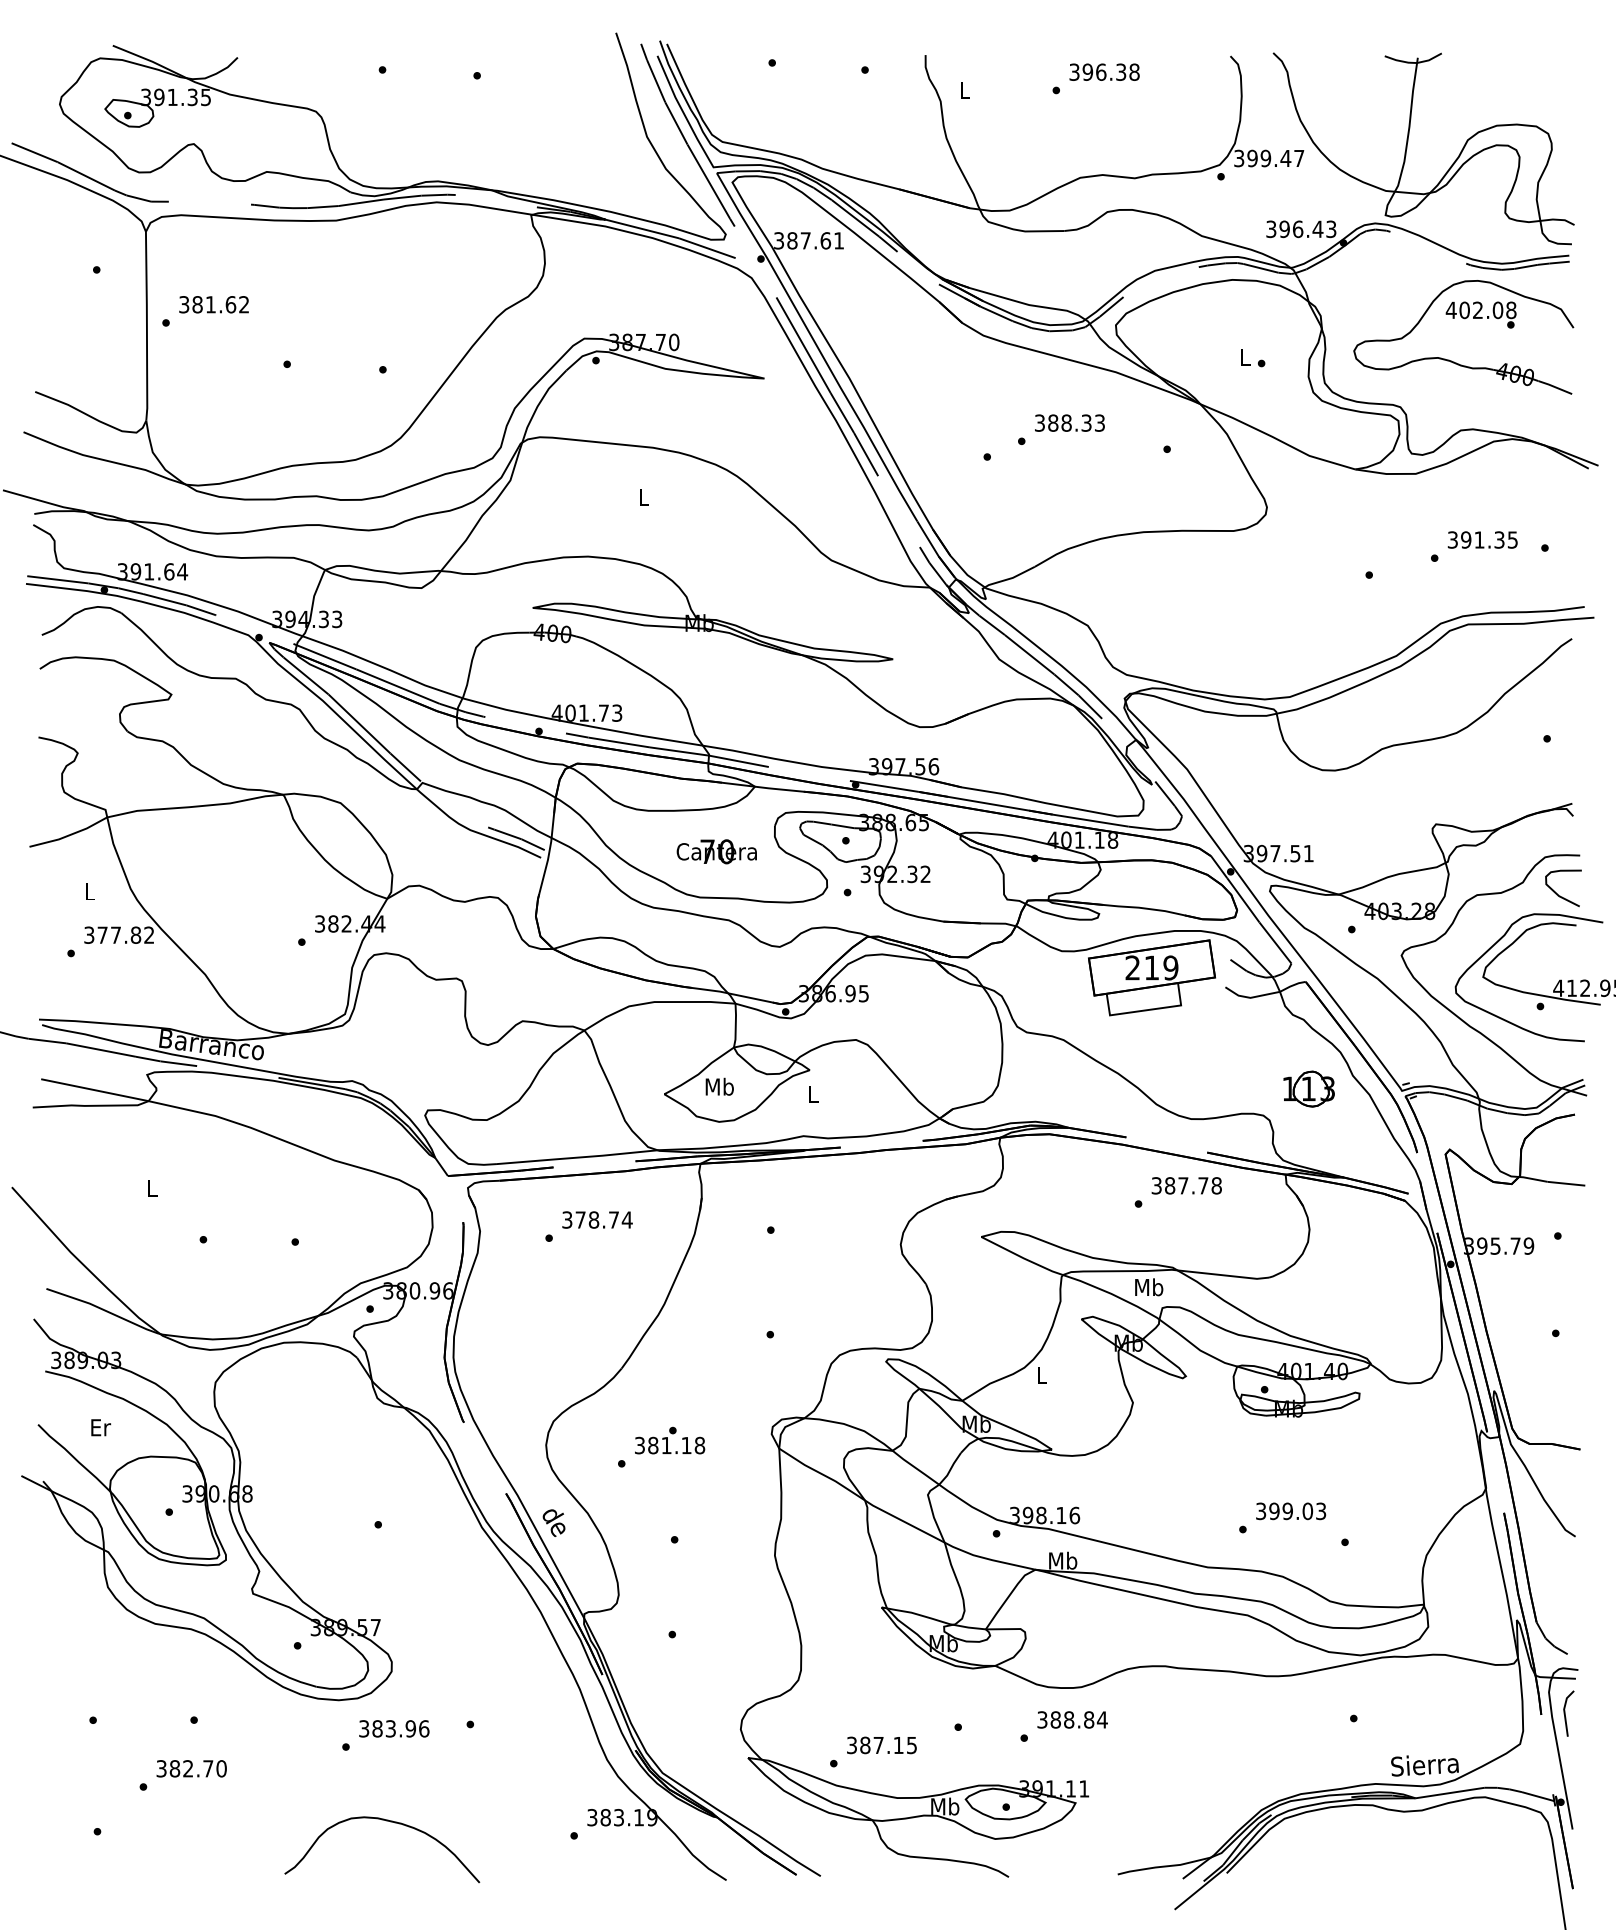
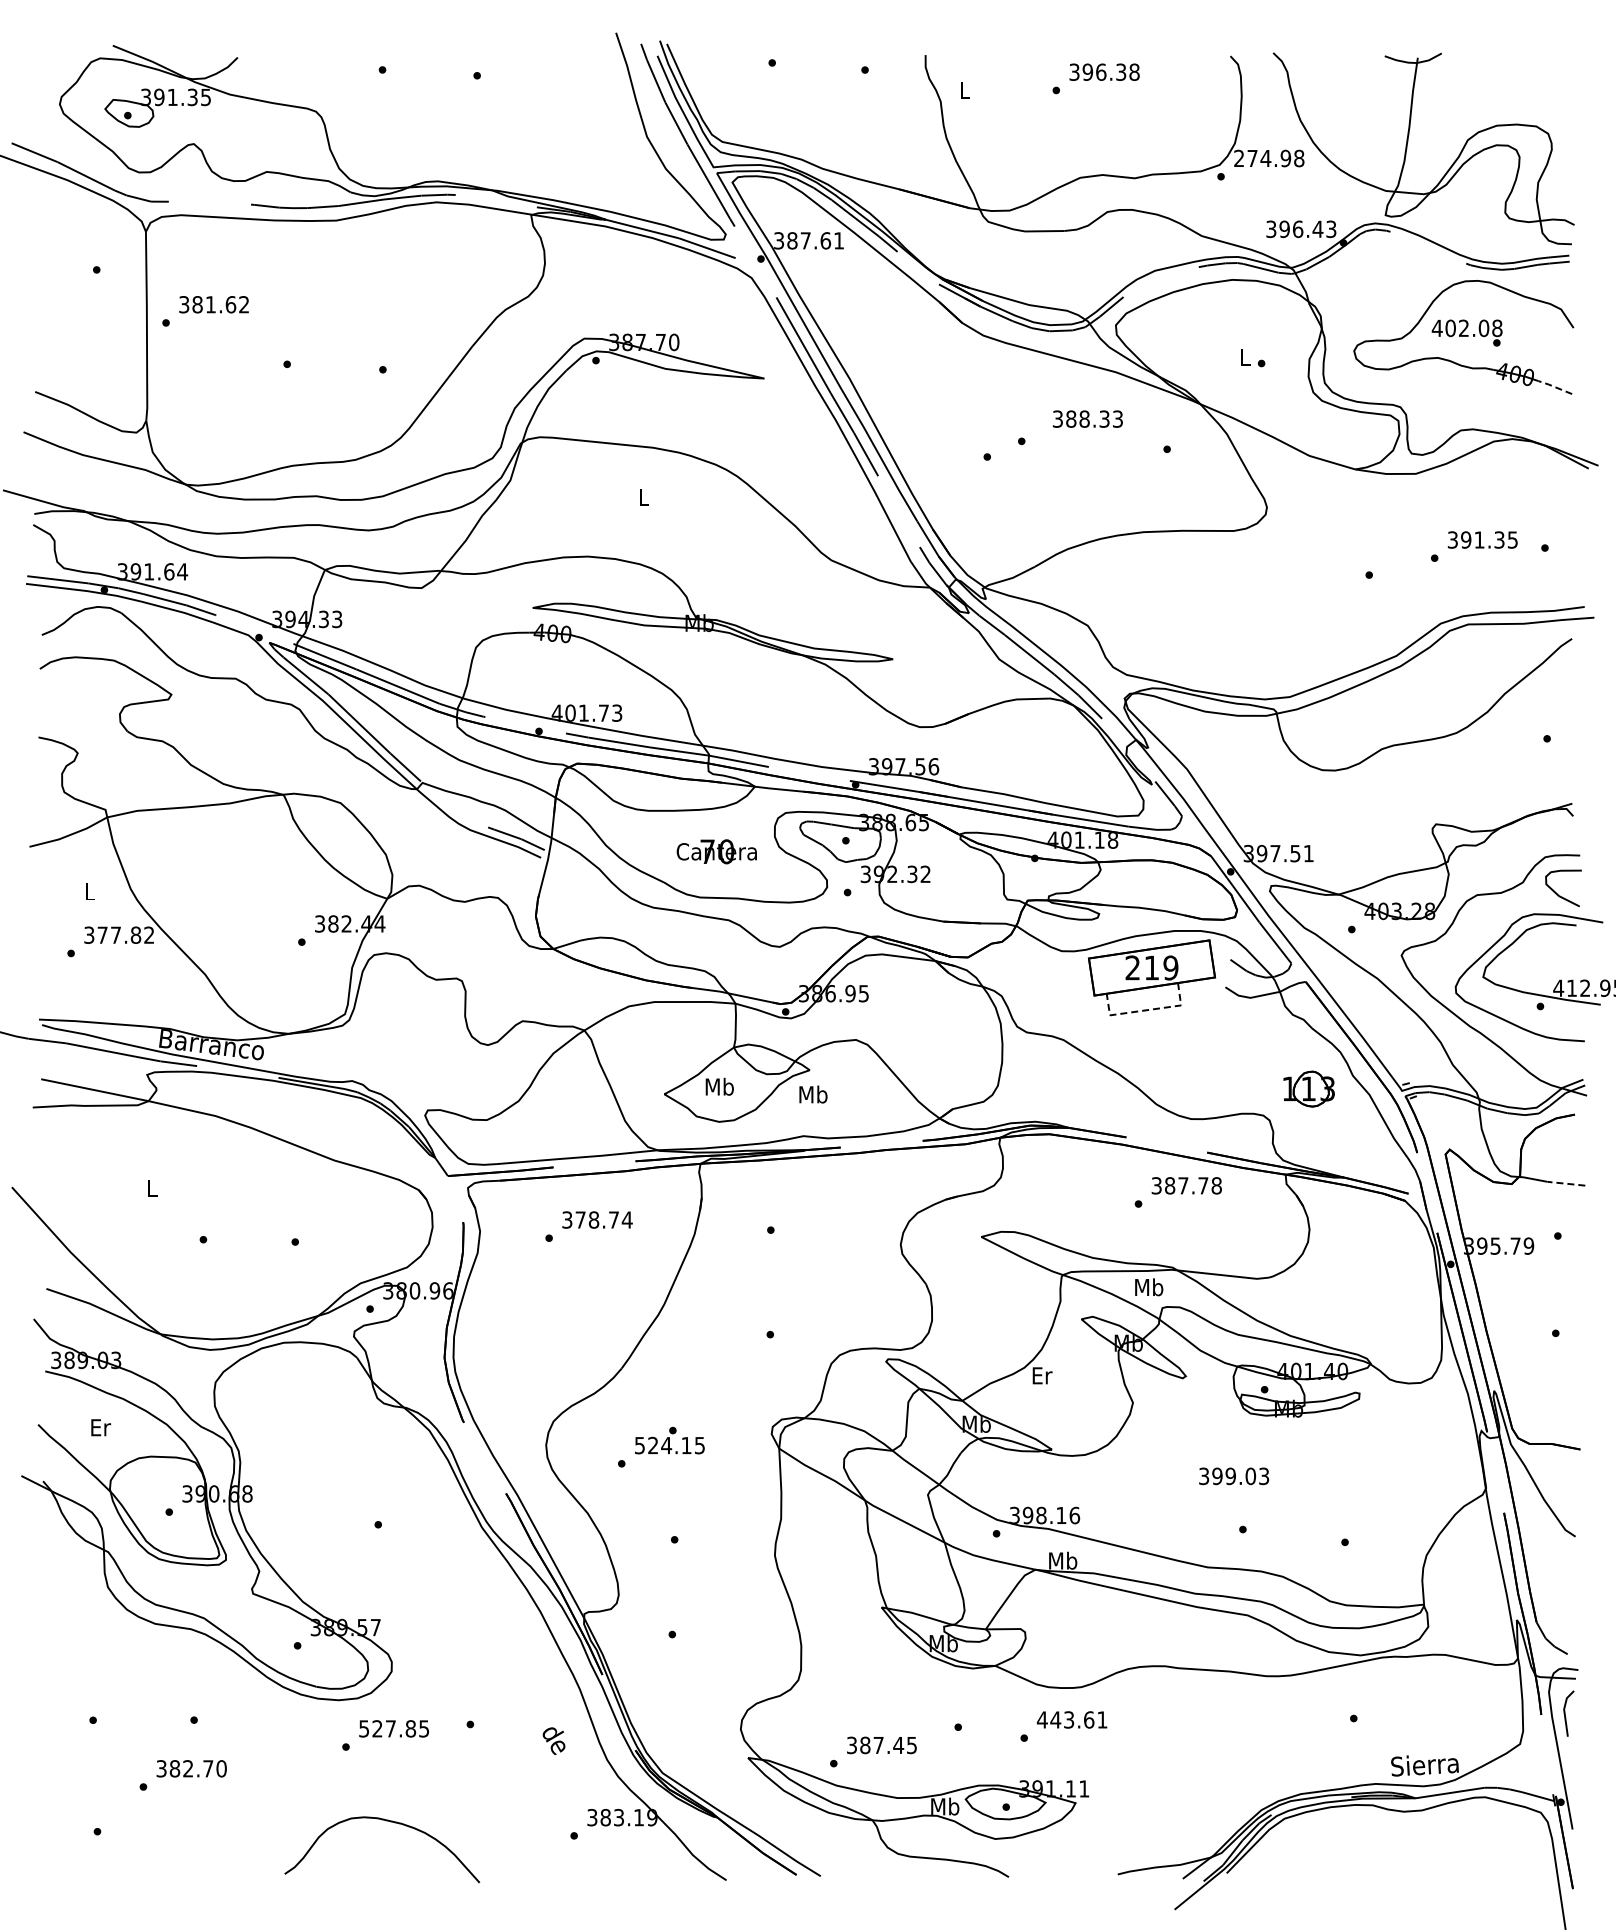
text at (1269, 158): 399.47 -> 274.98
text at (1480, 314) position: (1480, 314) -> (1466, 332)
line at (1554, 386): solid -> dashed
text at (1069, 422) position: (1069, 422) -> (1087, 418)
line at (1145, 1010): solid -> dashed
text at (813, 1094): L -> Mb
line at (1566, 1183): solid -> dashed
text at (1042, 1375): L -> Er
text at (670, 1445): 381.18 -> 524.15
text at (1291, 1511) position: (1291, 1511) -> (1234, 1476)
text at (553, 1522) position: (553, 1522) -> (553, 1740)
text at (1071, 1719): 388.84 -> 443.61
text at (394, 1728): 383.96 -> 527.85
text at (898, 1745): 387.15 -> 387.45
